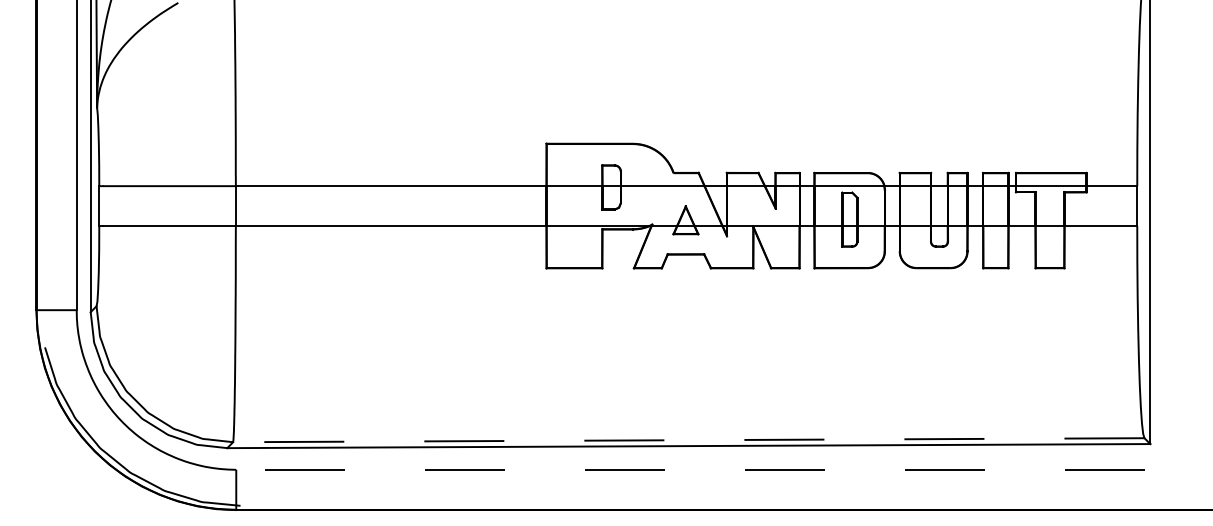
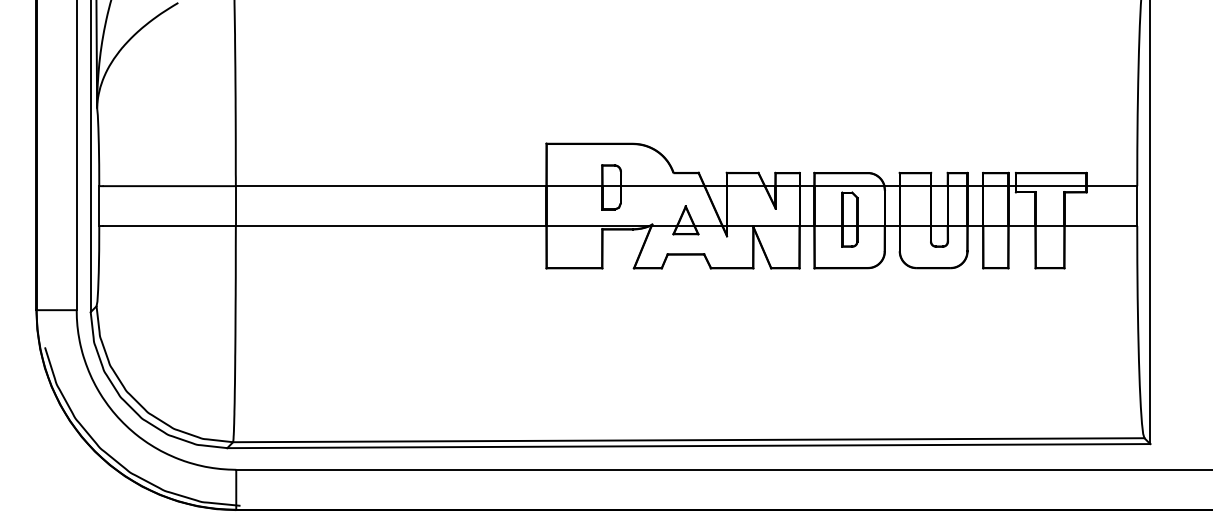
line at (688, 440): dashed -> solid
line at (724, 469): dashed -> solid
